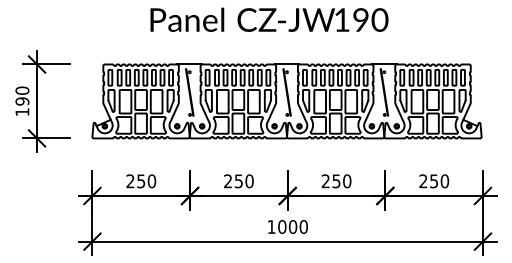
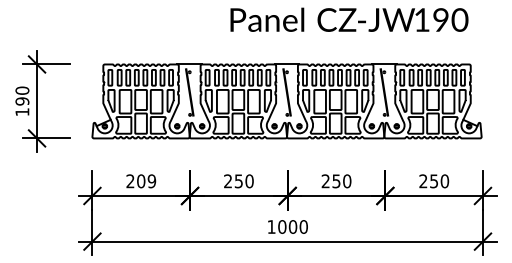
text at (269, 19) position: (269, 19) -> (349, 19)
text at (146, 181): 250 -> 209
